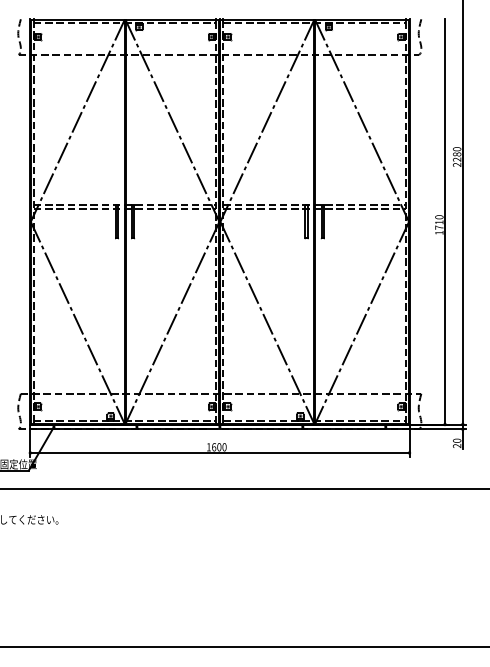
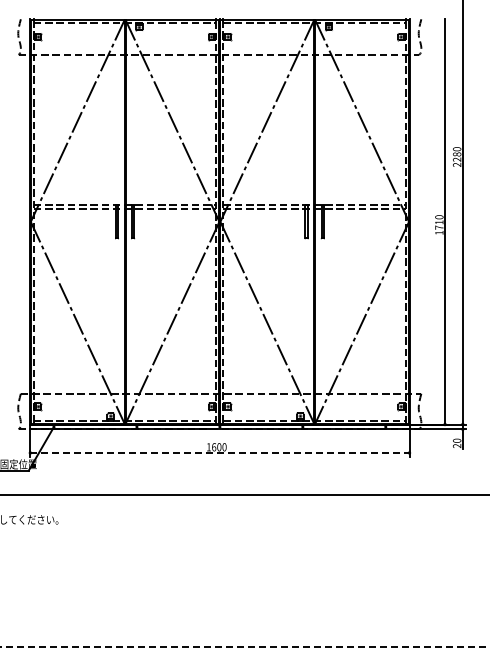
line at (219, 452): solid -> dashed
line at (244, 488) position: (244, 488) -> (244, 494)
line at (245, 646): solid -> dashed
